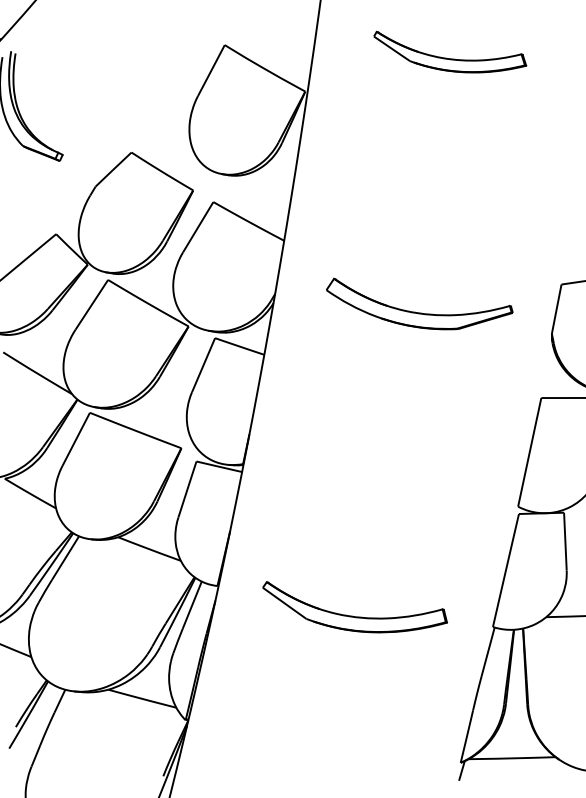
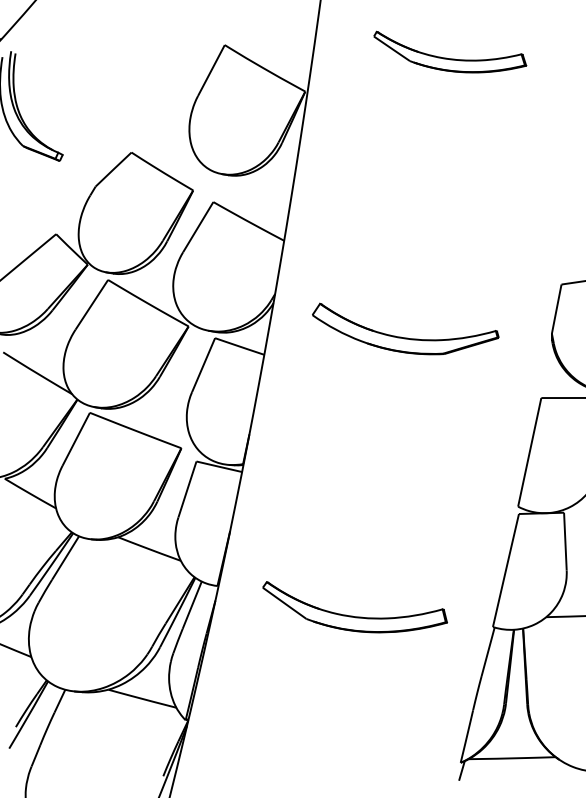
part at (415, 311) position: (415, 311) -> (401, 336)
